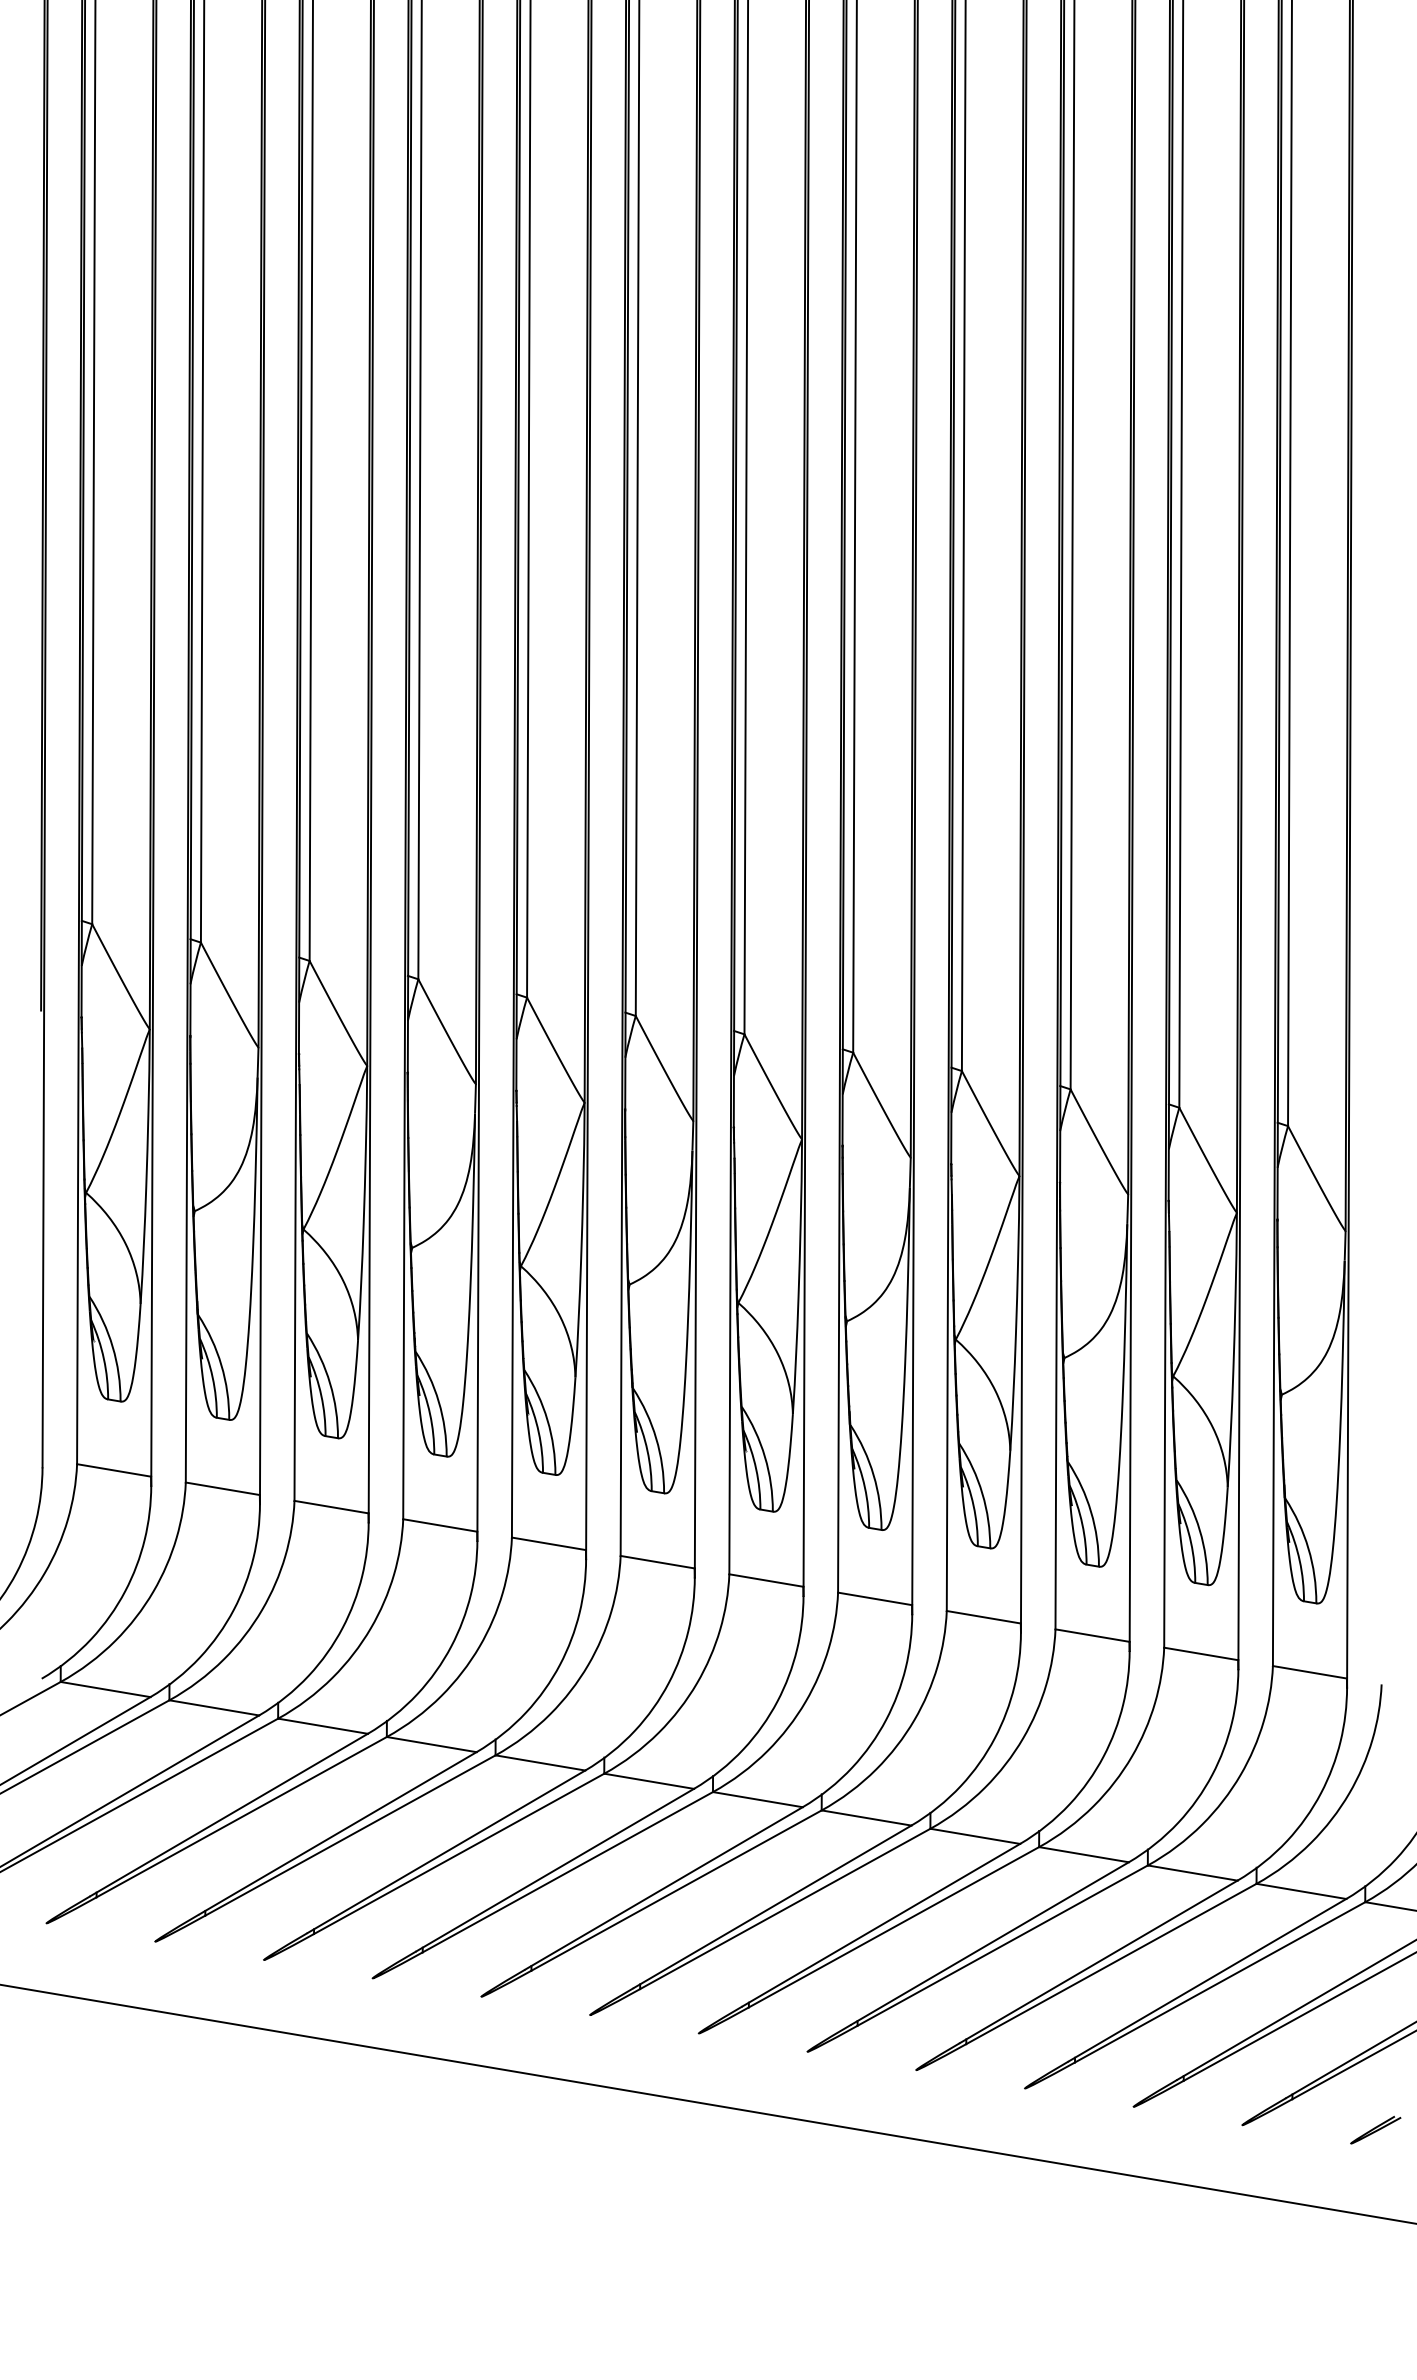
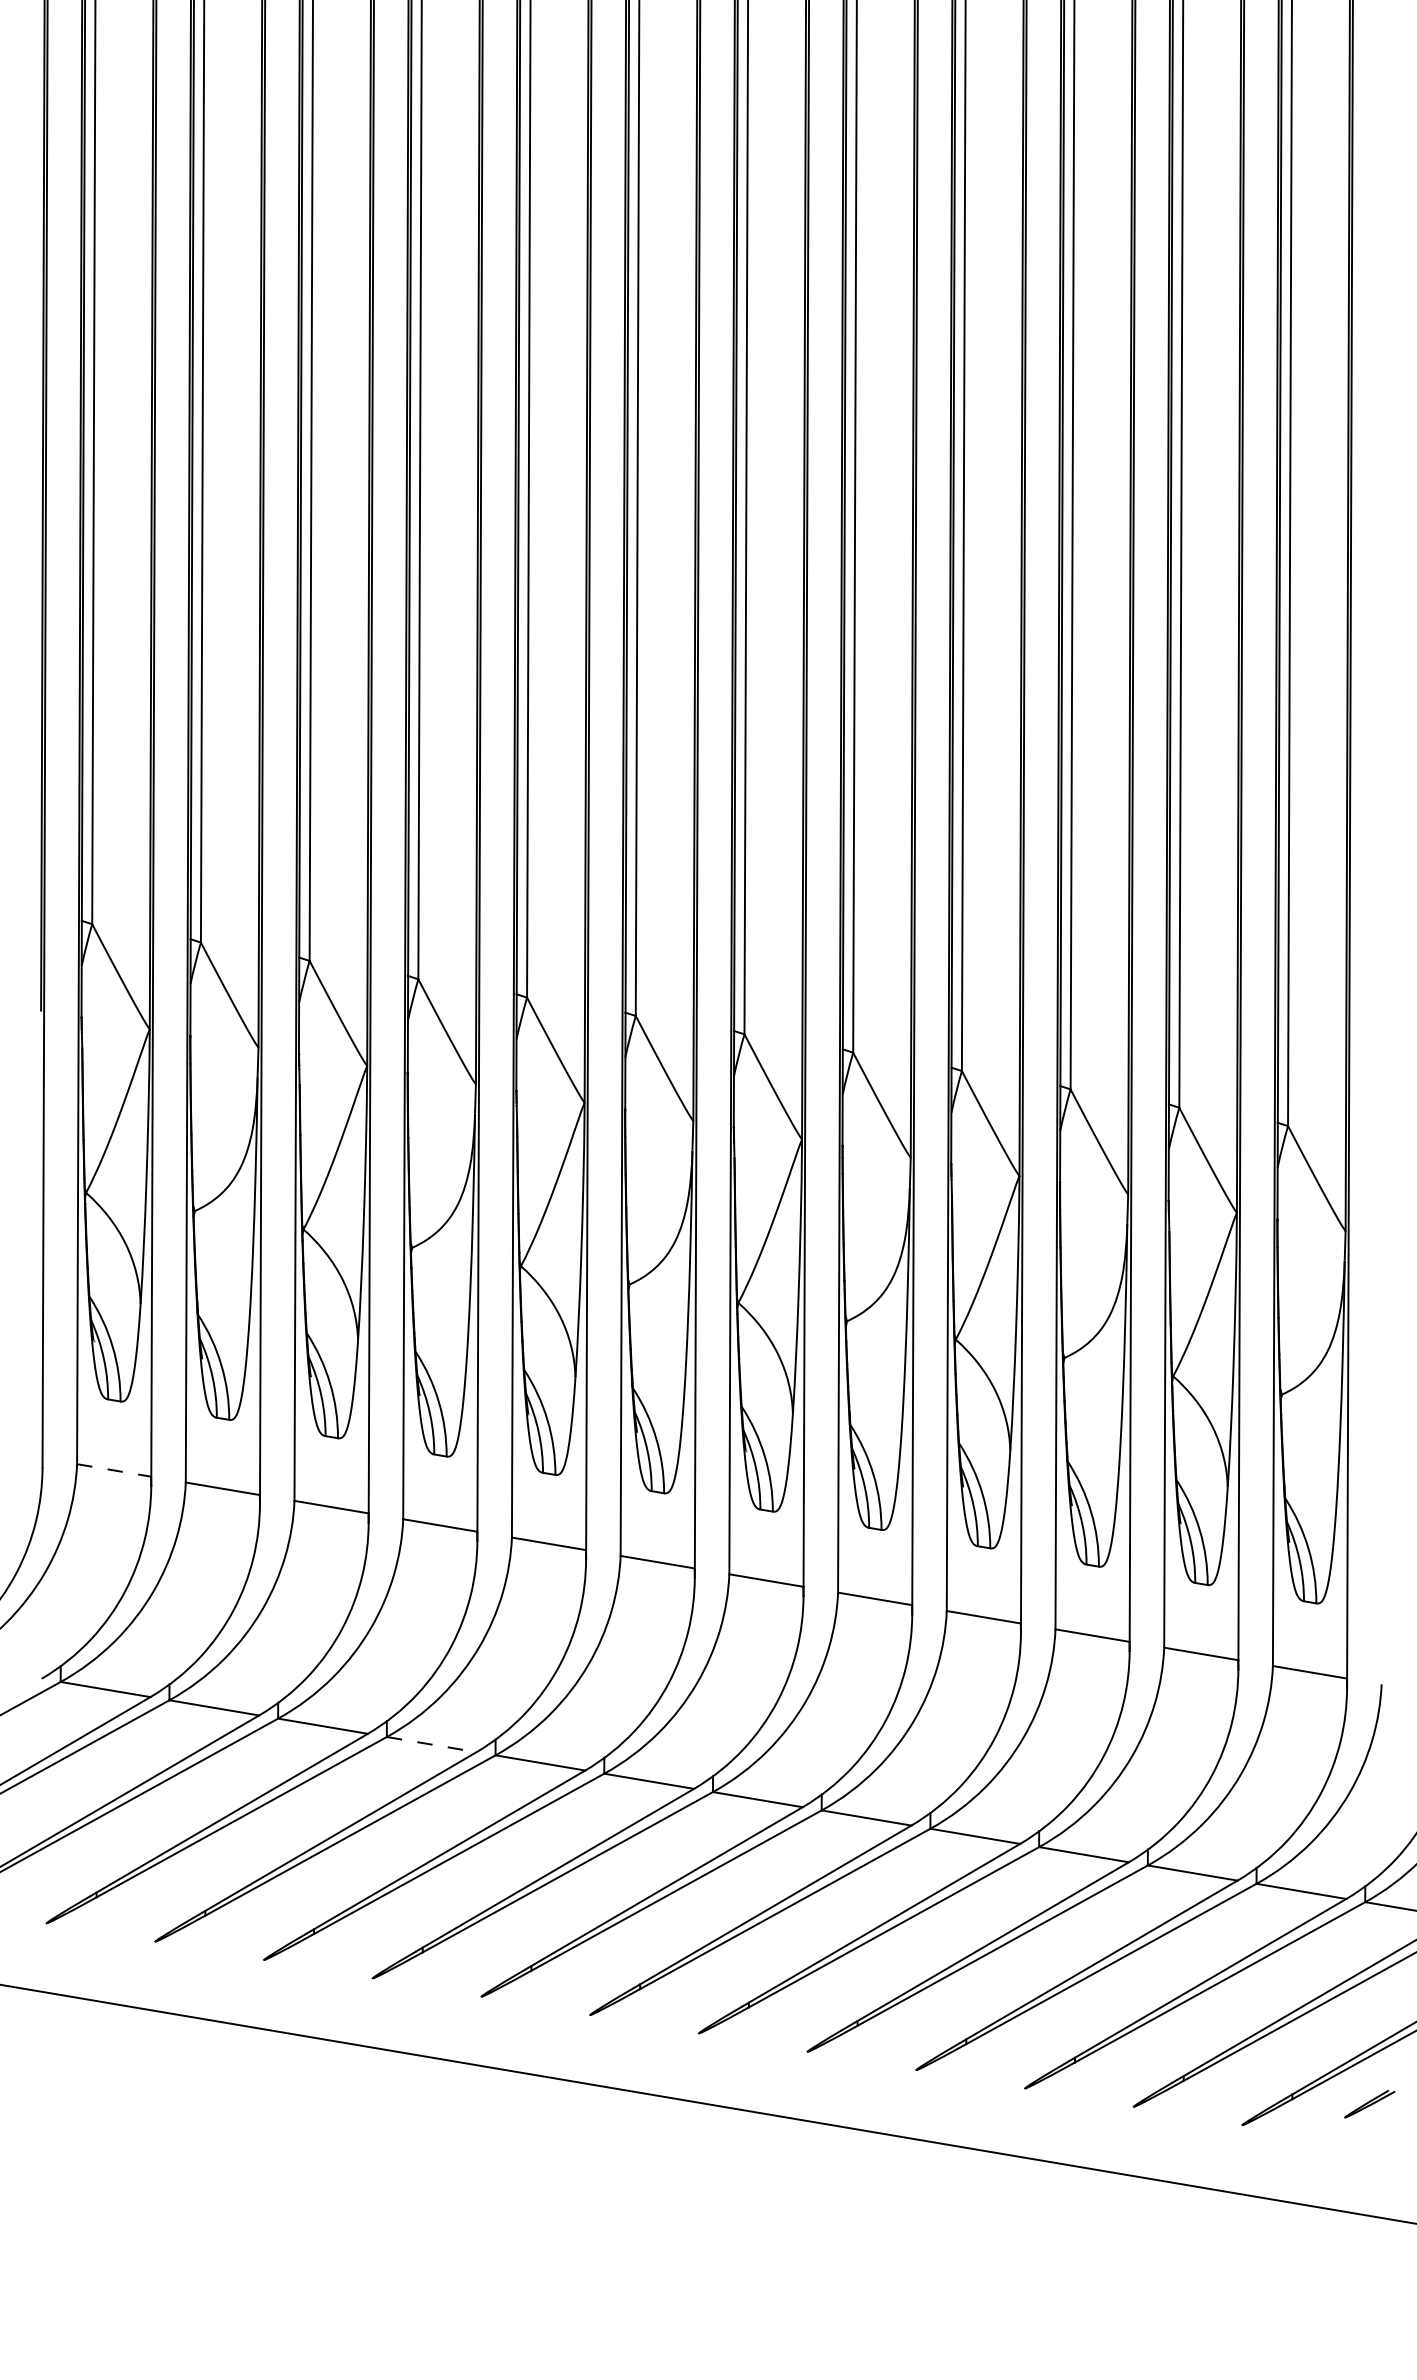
line at (114, 1470): solid -> dashed
line at (431, 1744): solid -> dashed
curve at (1375, 2128) position: (1375, 2128) -> (1369, 2102)
